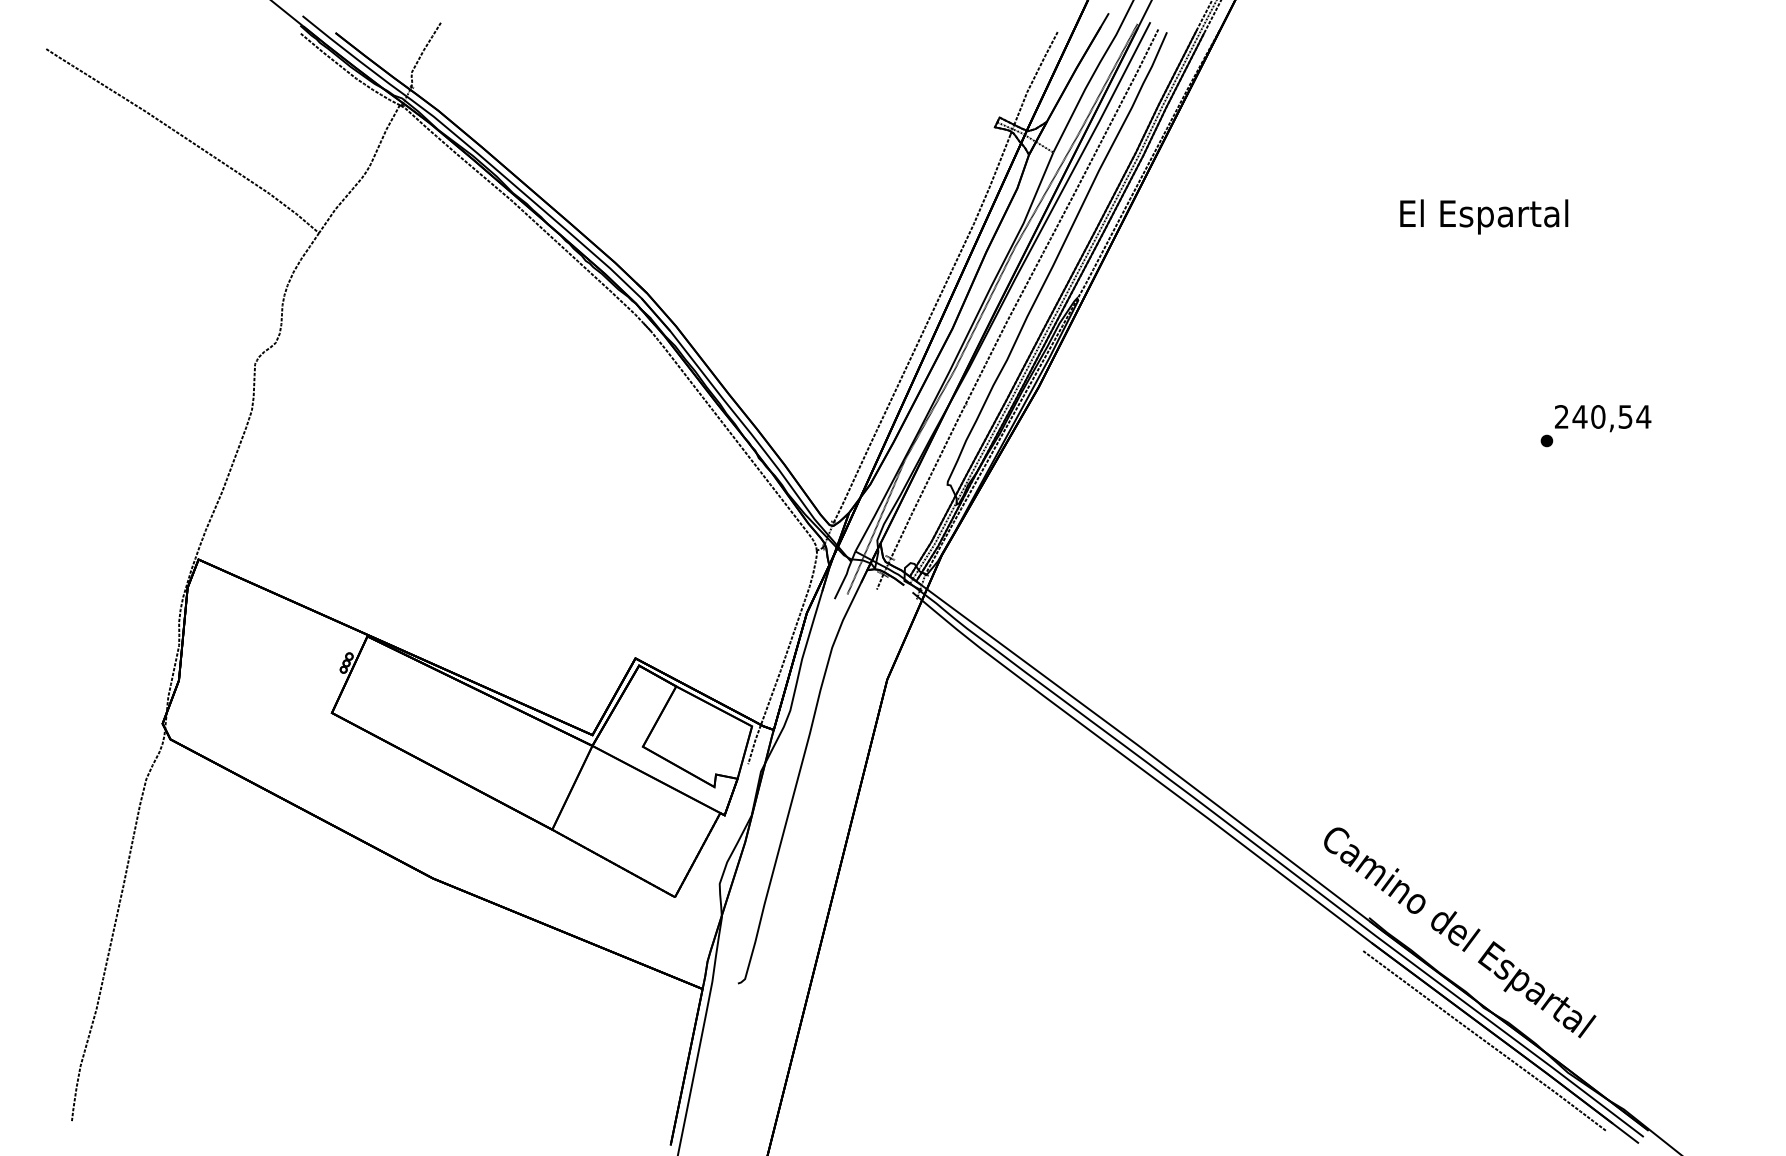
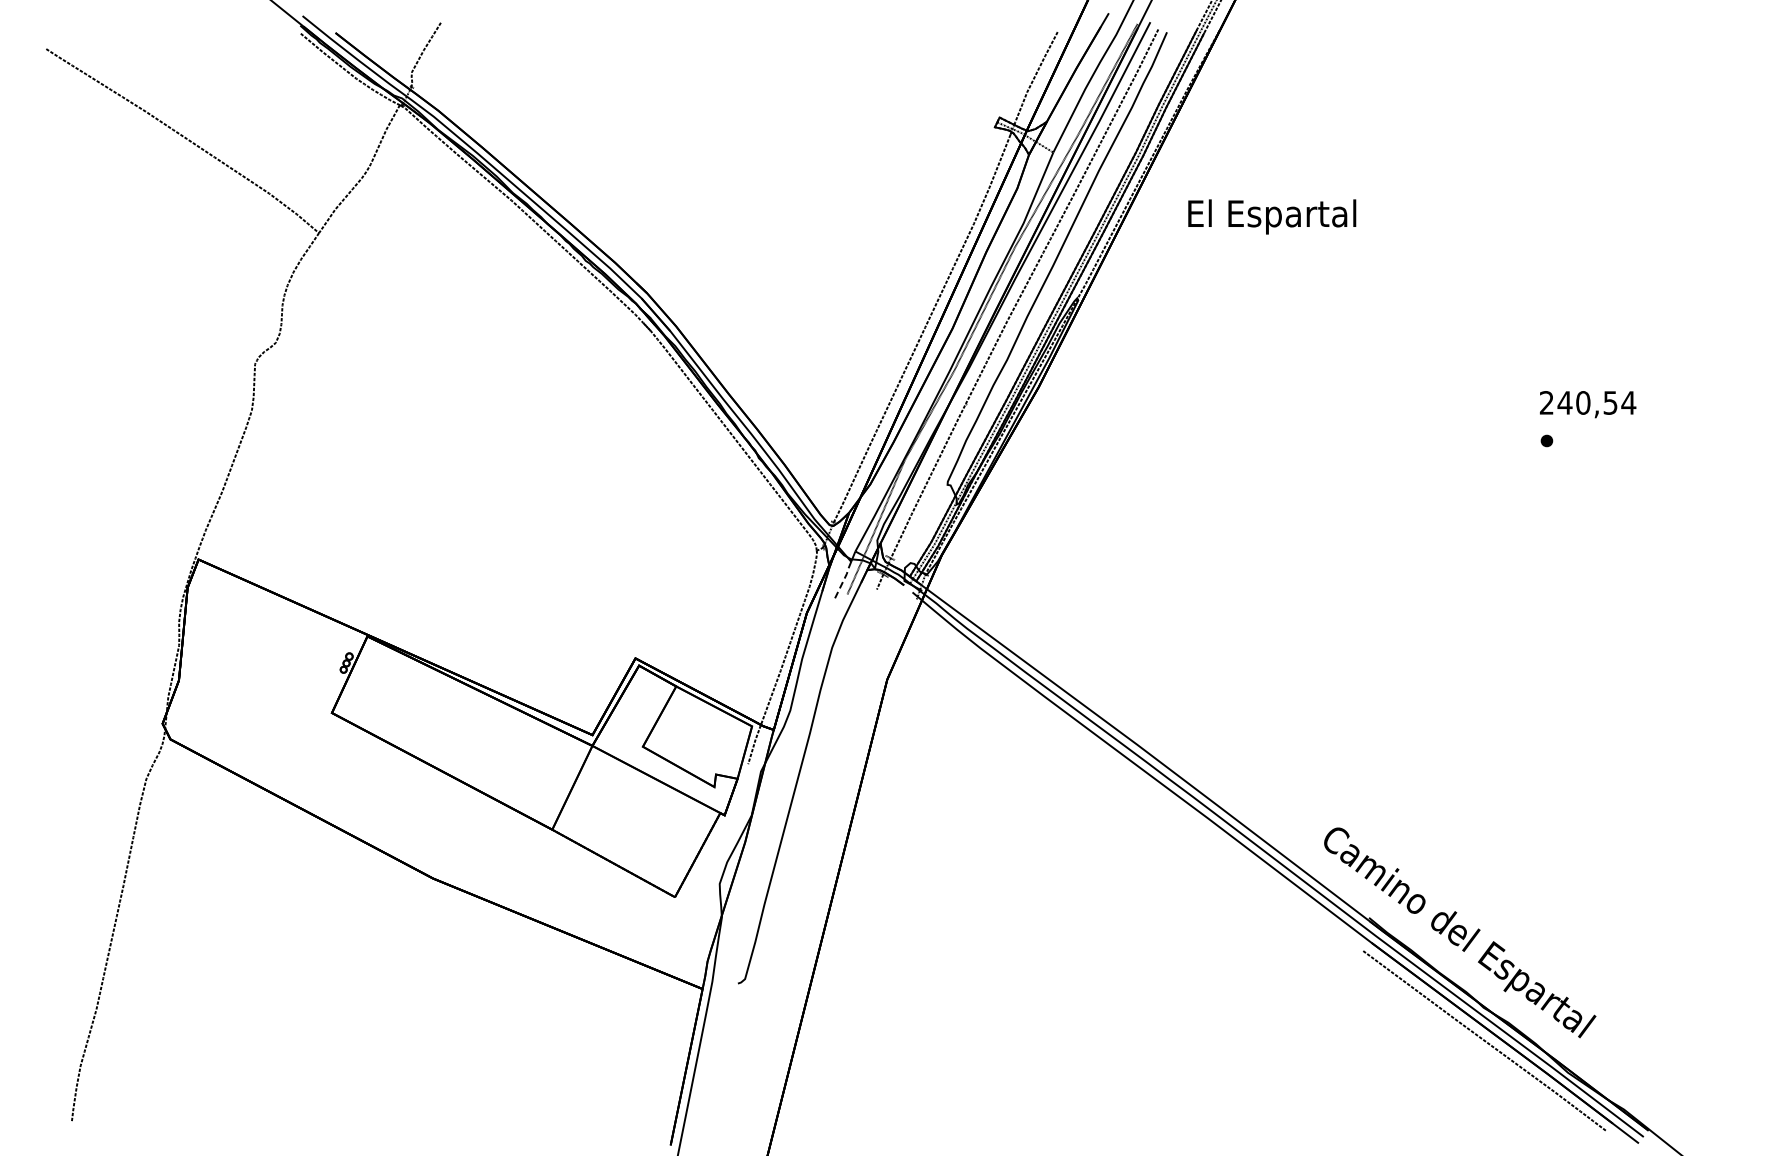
text at (1484, 216) position: (1484, 216) -> (1272, 216)
text at (1603, 418) position: (1603, 418) -> (1588, 404)
line at (844, 579): solid -> dashed
